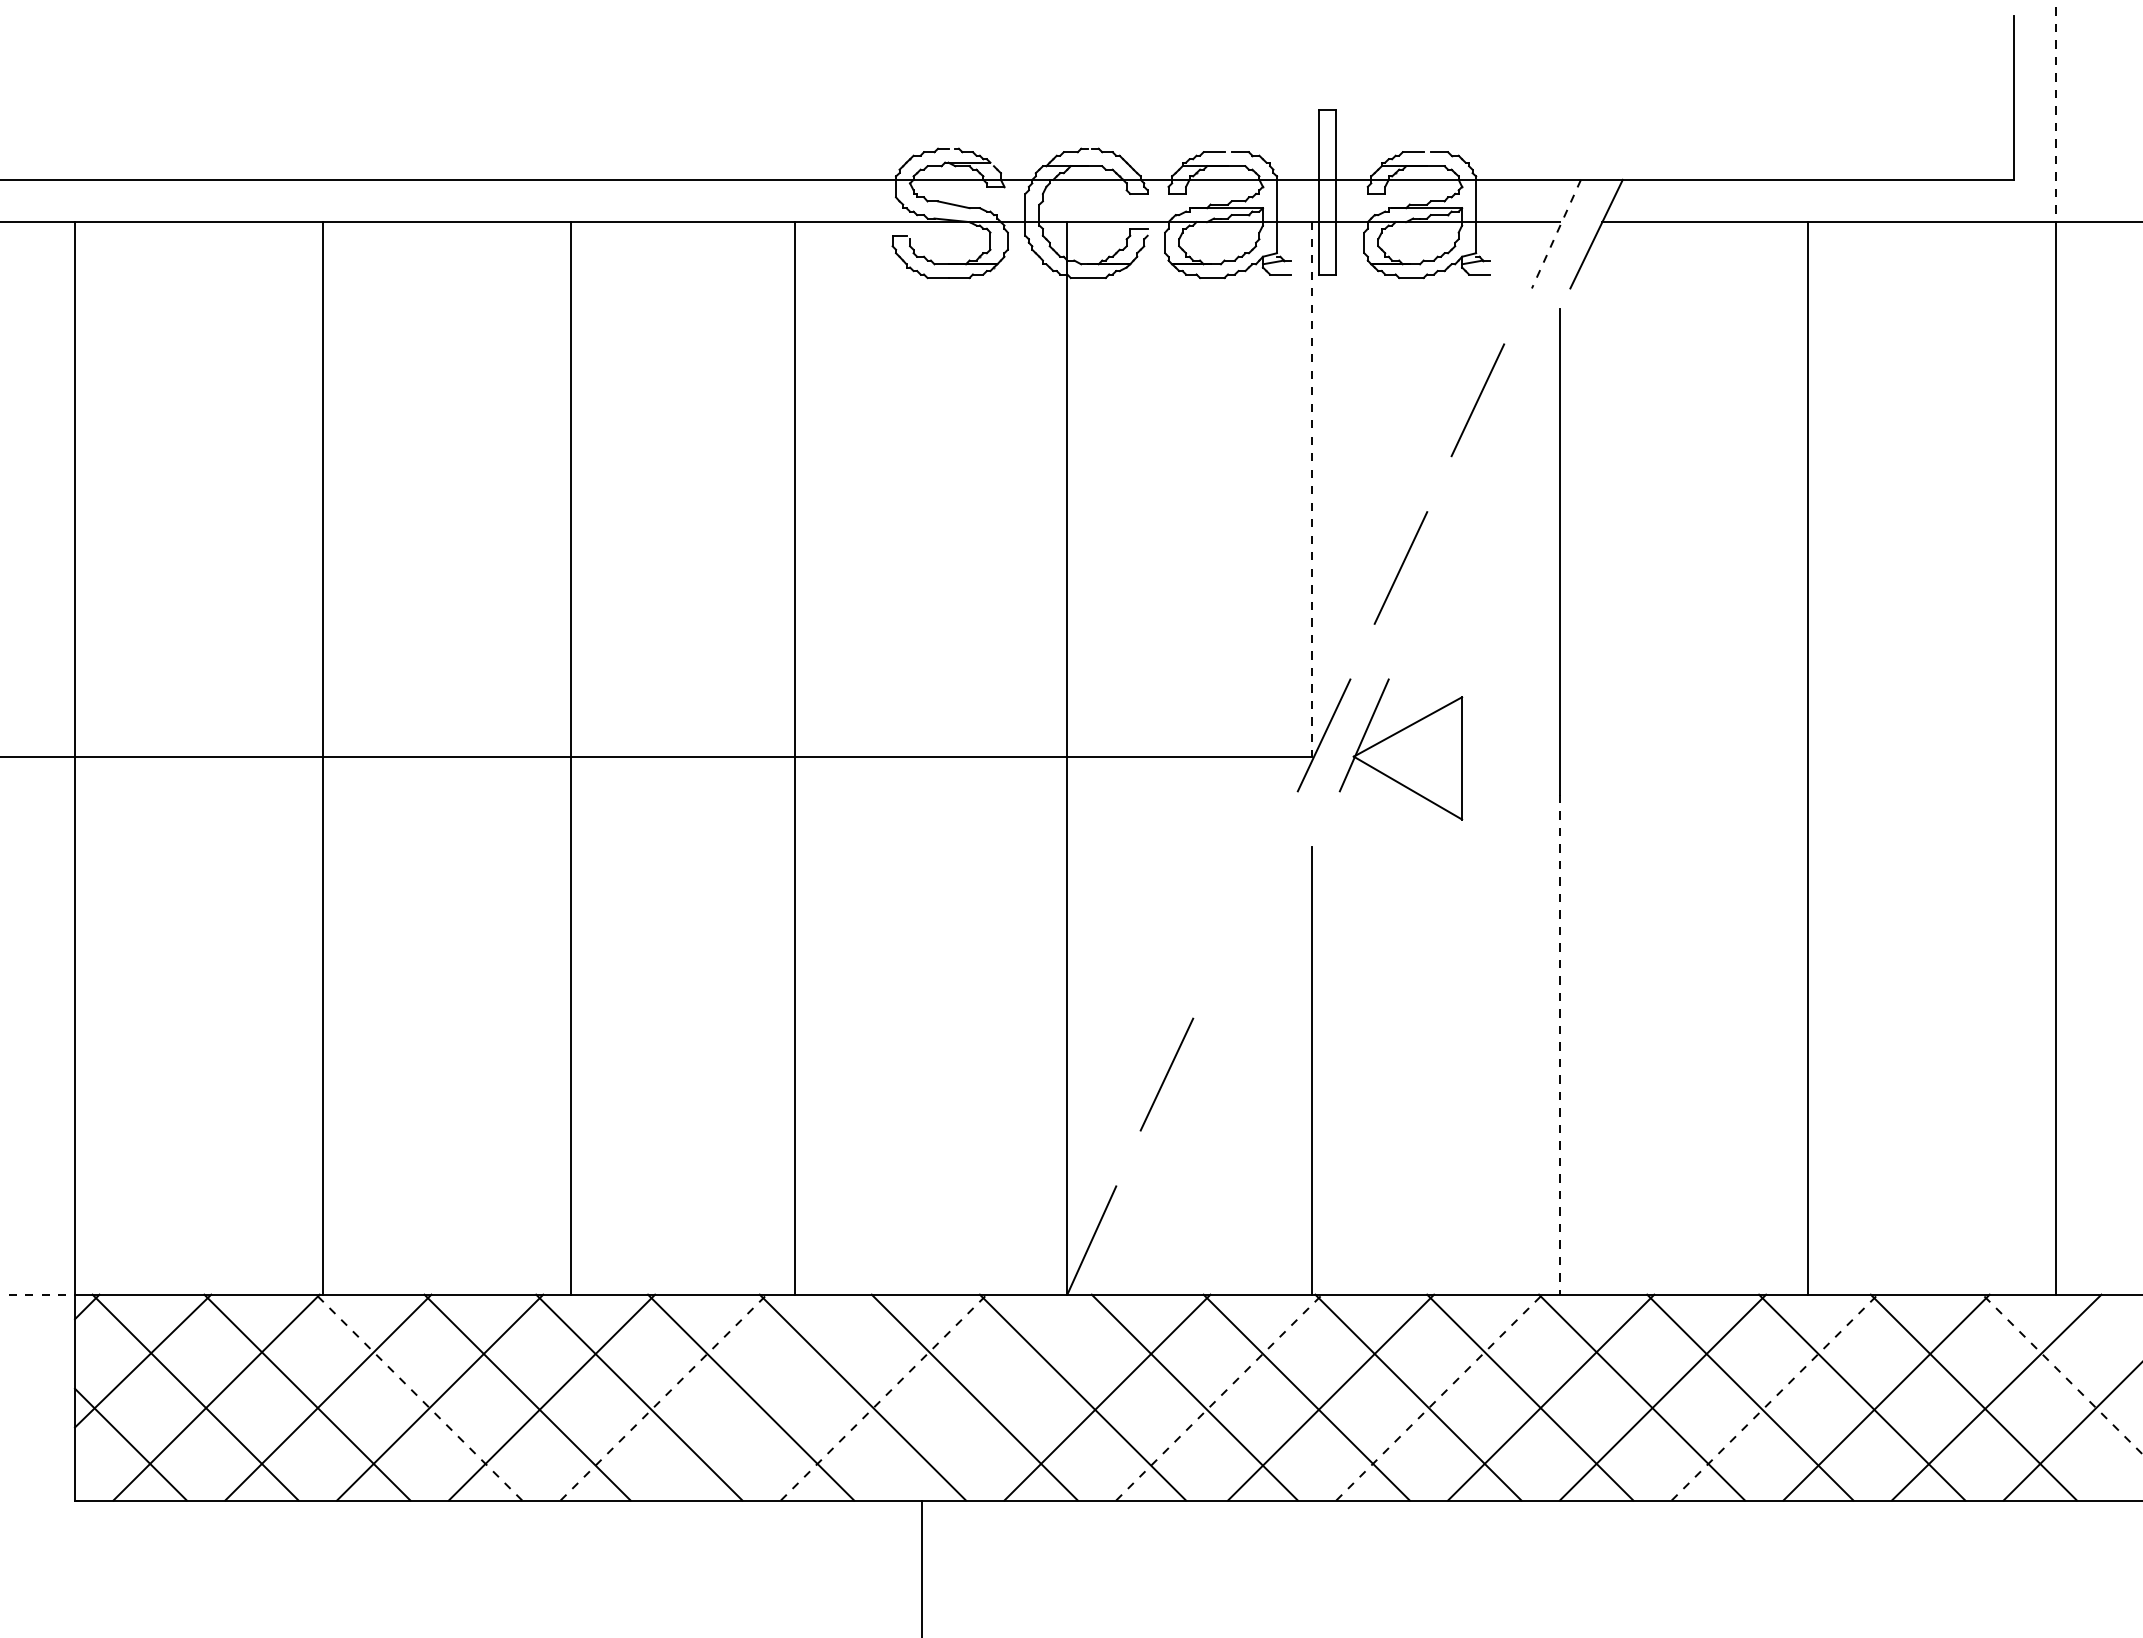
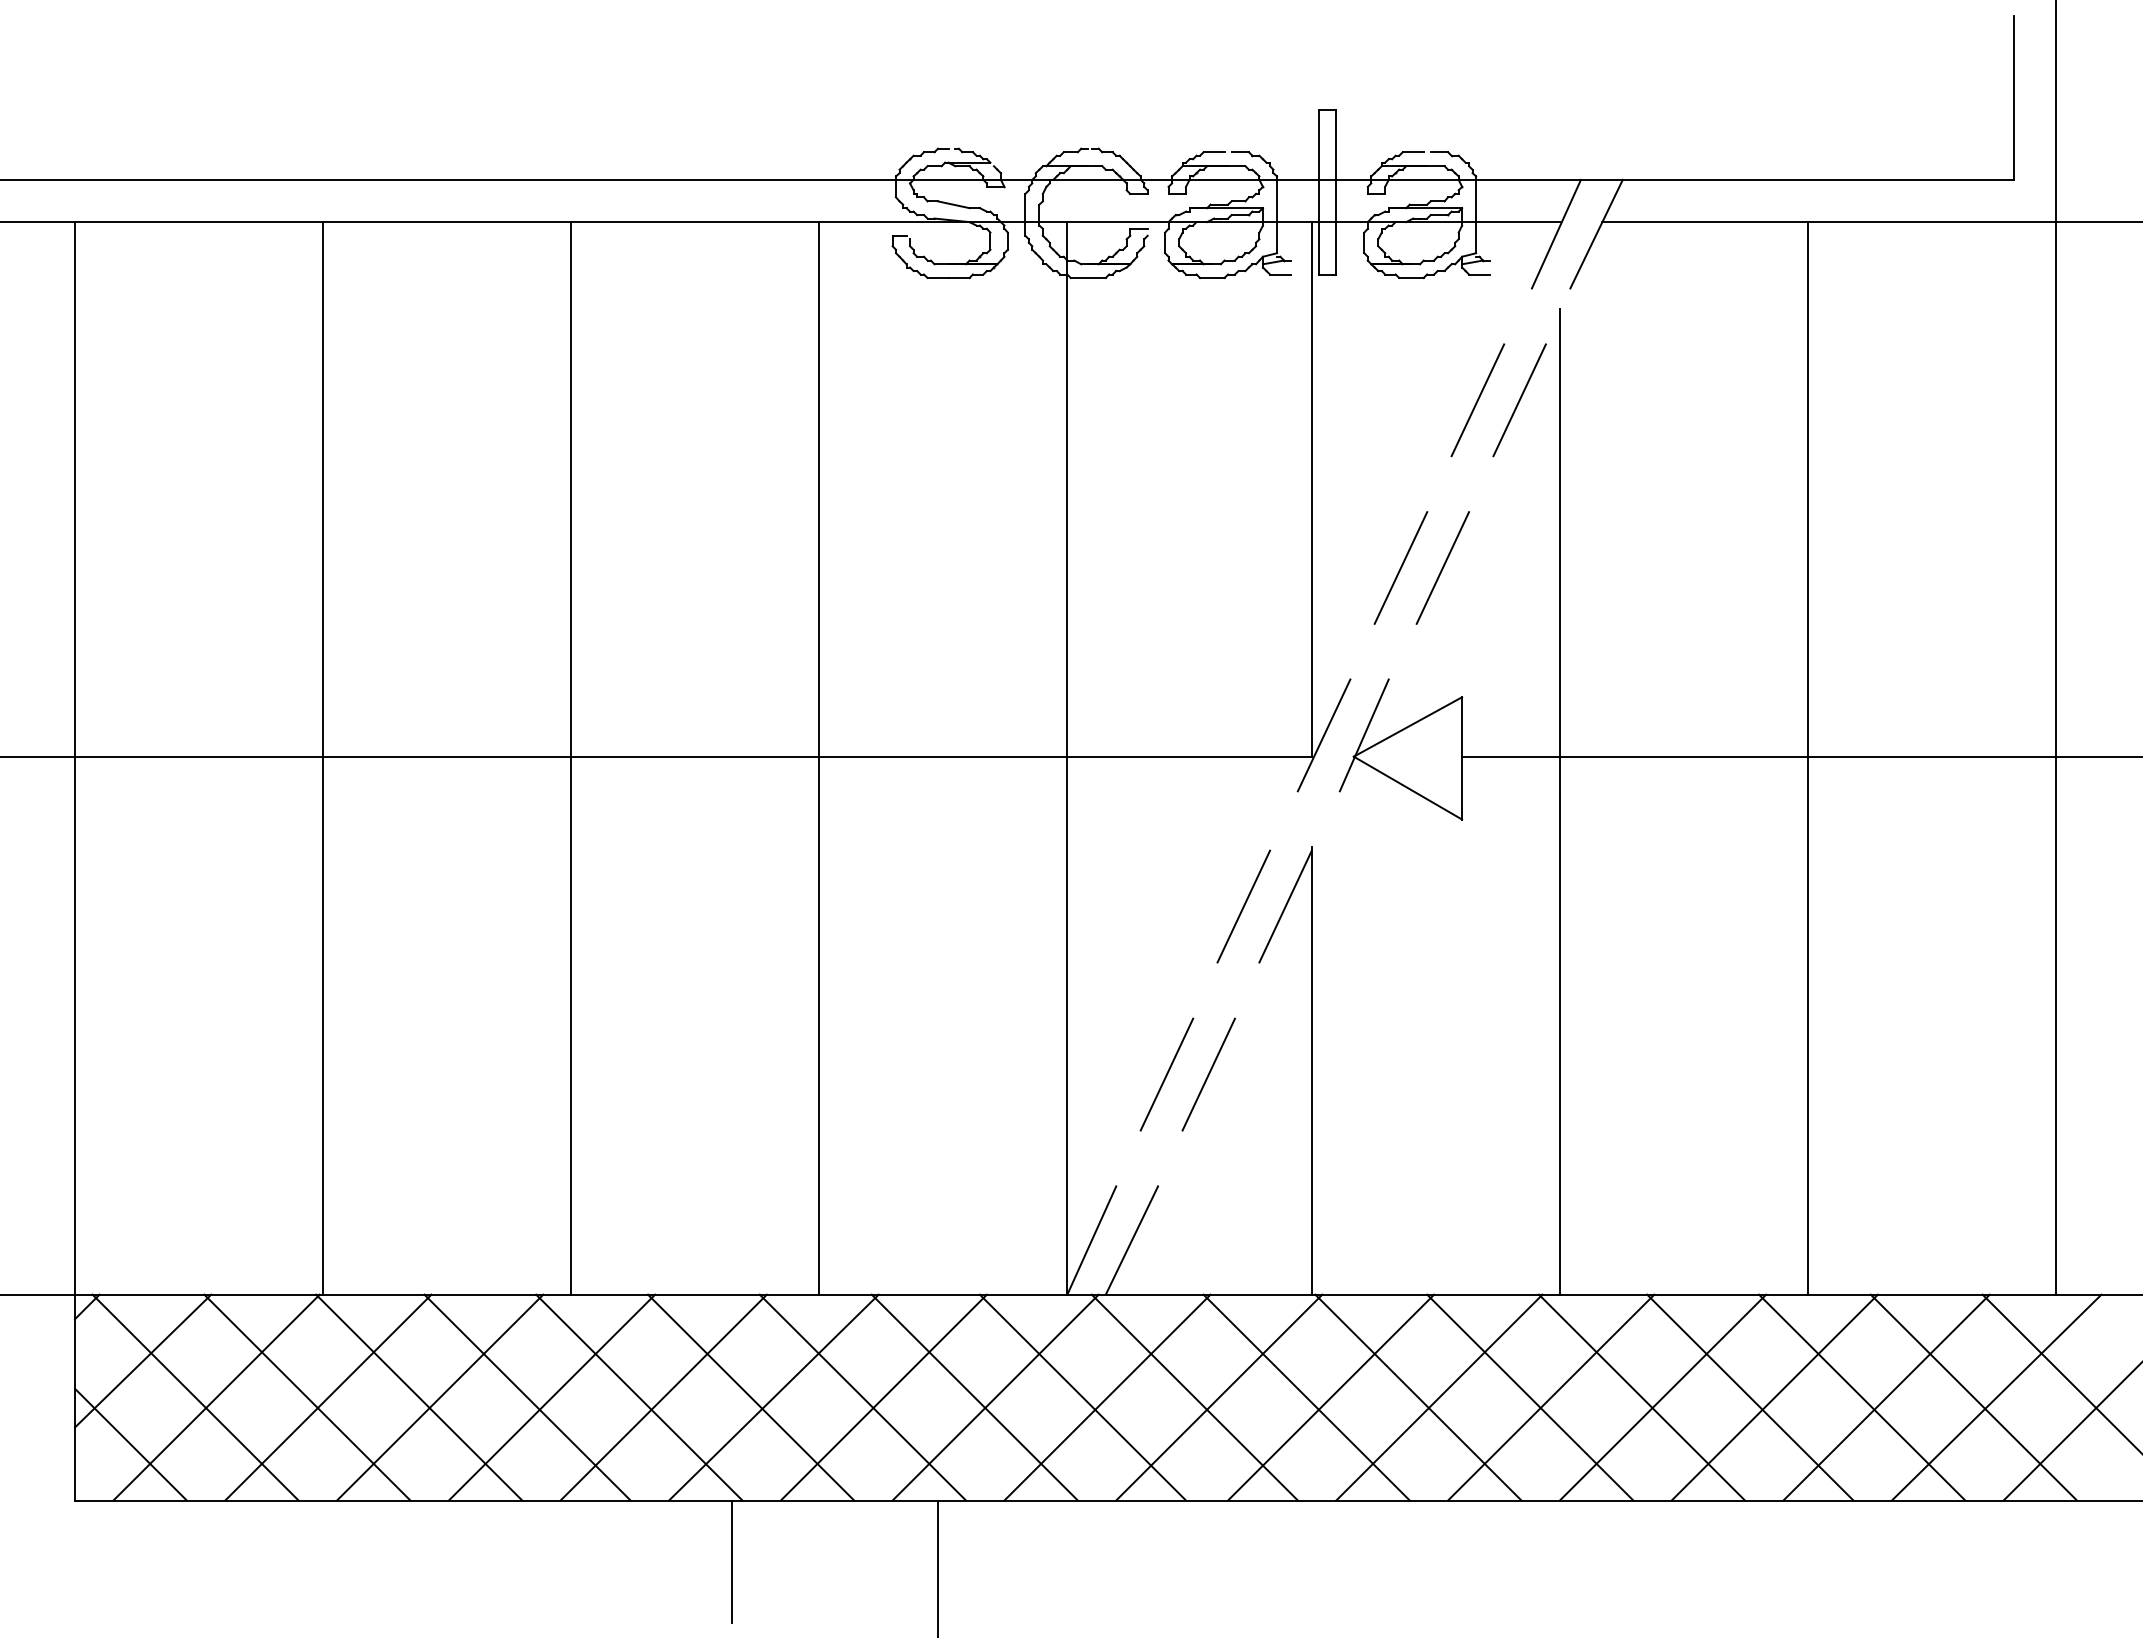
line at (2056, 111): dashed -> solid
line at (1556, 234): dashed -> solid
line at (1519, 400): none -> present
line at (1311, 489): dashed -> solid
line at (1442, 567): none -> present
line at (1800, 756): none -> present
line at (795, 758) position: (795, 758) -> (819, 758)
line at (1243, 906): none -> present
line at (1285, 906): none -> present
line at (1559, 1044): dashed -> solid
line at (1208, 1074): none -> present
line at (1131, 1240): none -> present
line at (38, 1294): dashed -> solid
line at (2062, 1374): dashed -> solid
line at (419, 1397): dashed -> solid
line at (663, 1397): dashed -> solid
line at (773, 1397): none -> present
line at (883, 1397): dashed -> solid
line at (995, 1397): none -> present
line at (1219, 1397): dashed -> solid
line at (1439, 1397): dashed -> solid
line at (1774, 1397): dashed -> solid
line at (731, 1561): none -> present
line at (922, 1567) position: (922, 1567) -> (938, 1567)
